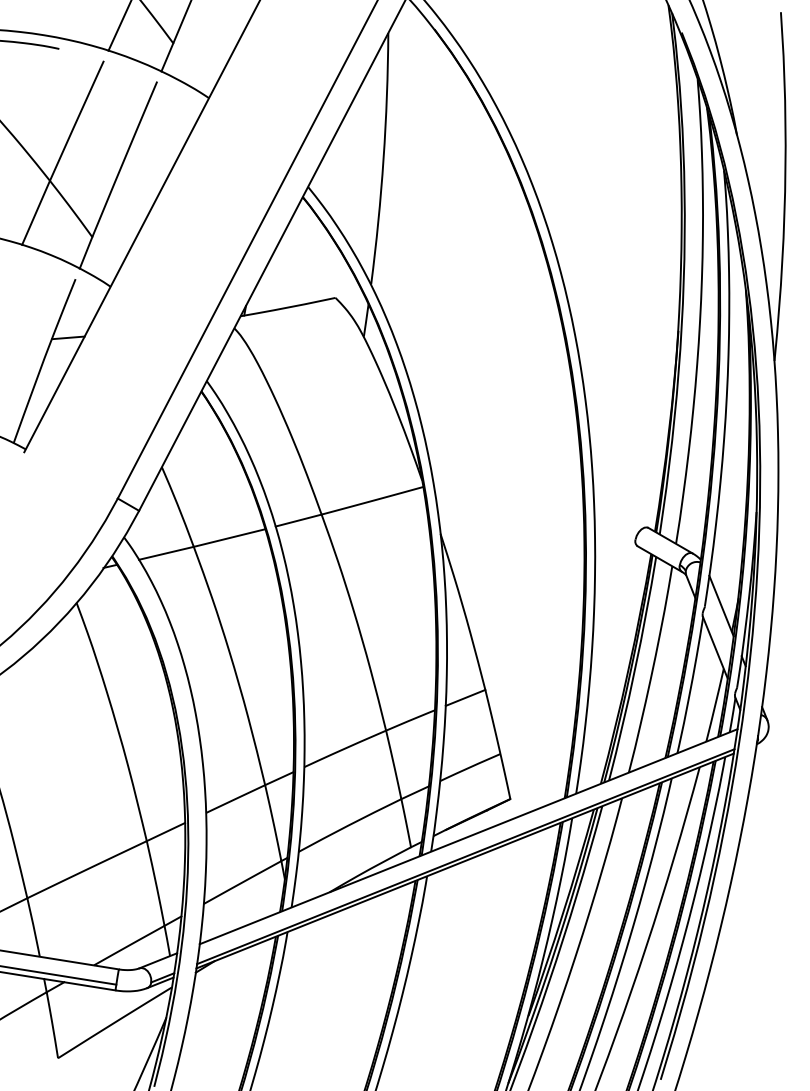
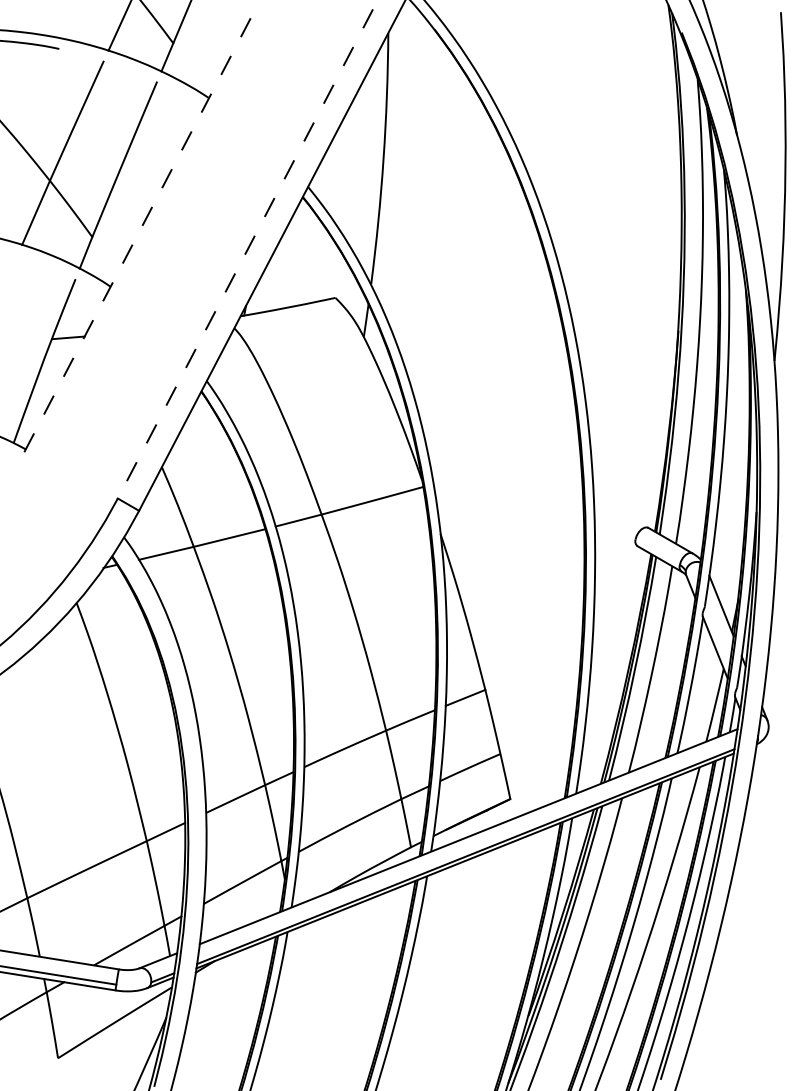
line at (142, 226): solid -> dashed
line at (247, 249): solid -> dashed
